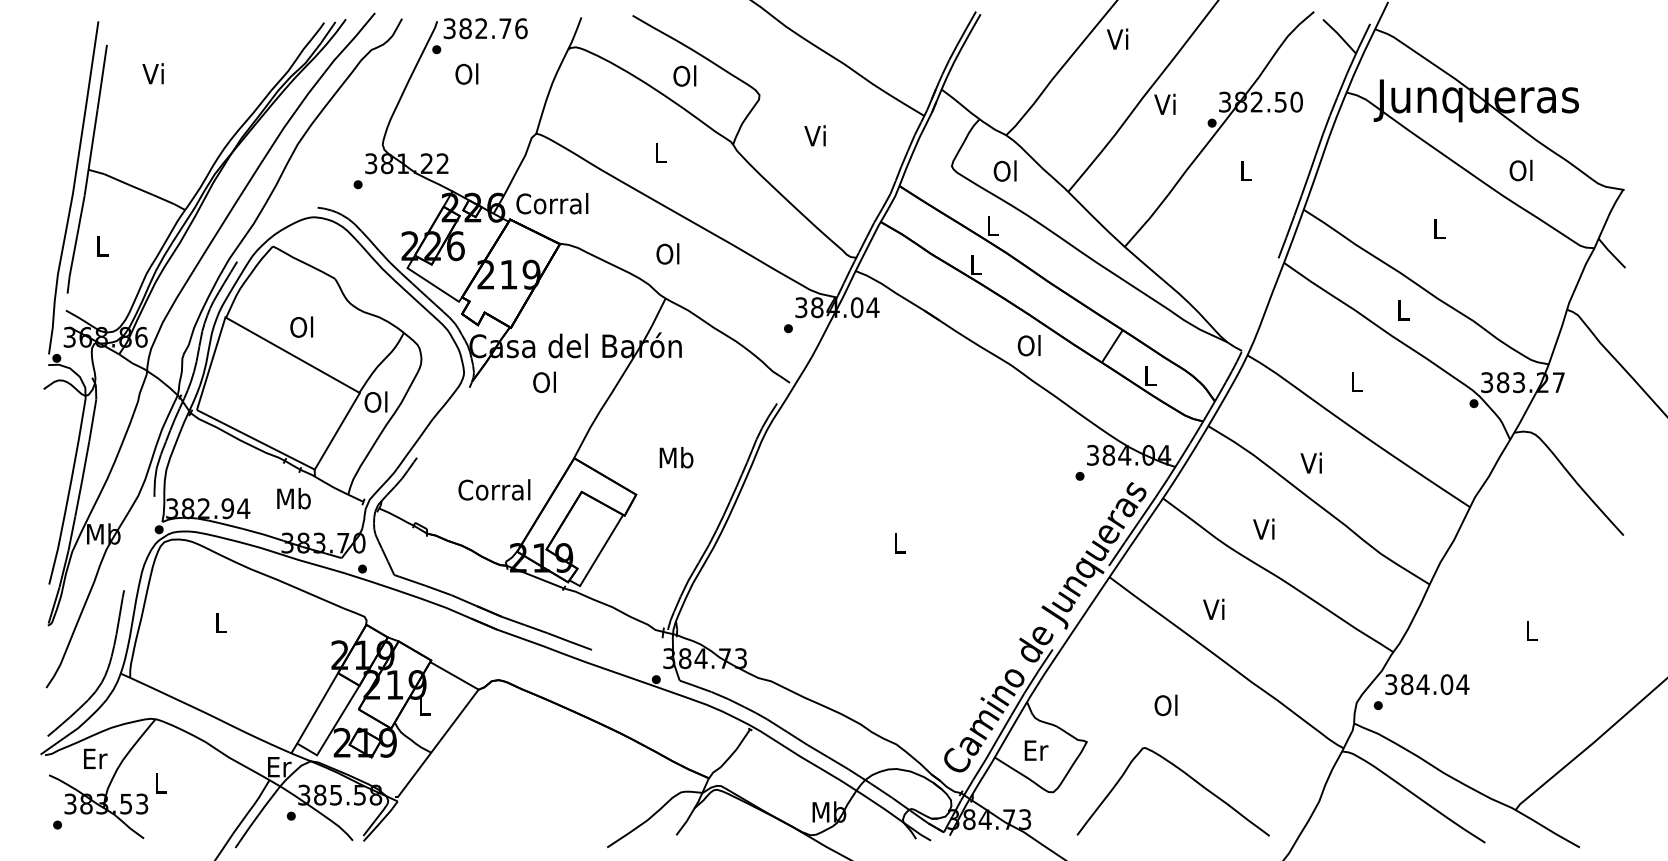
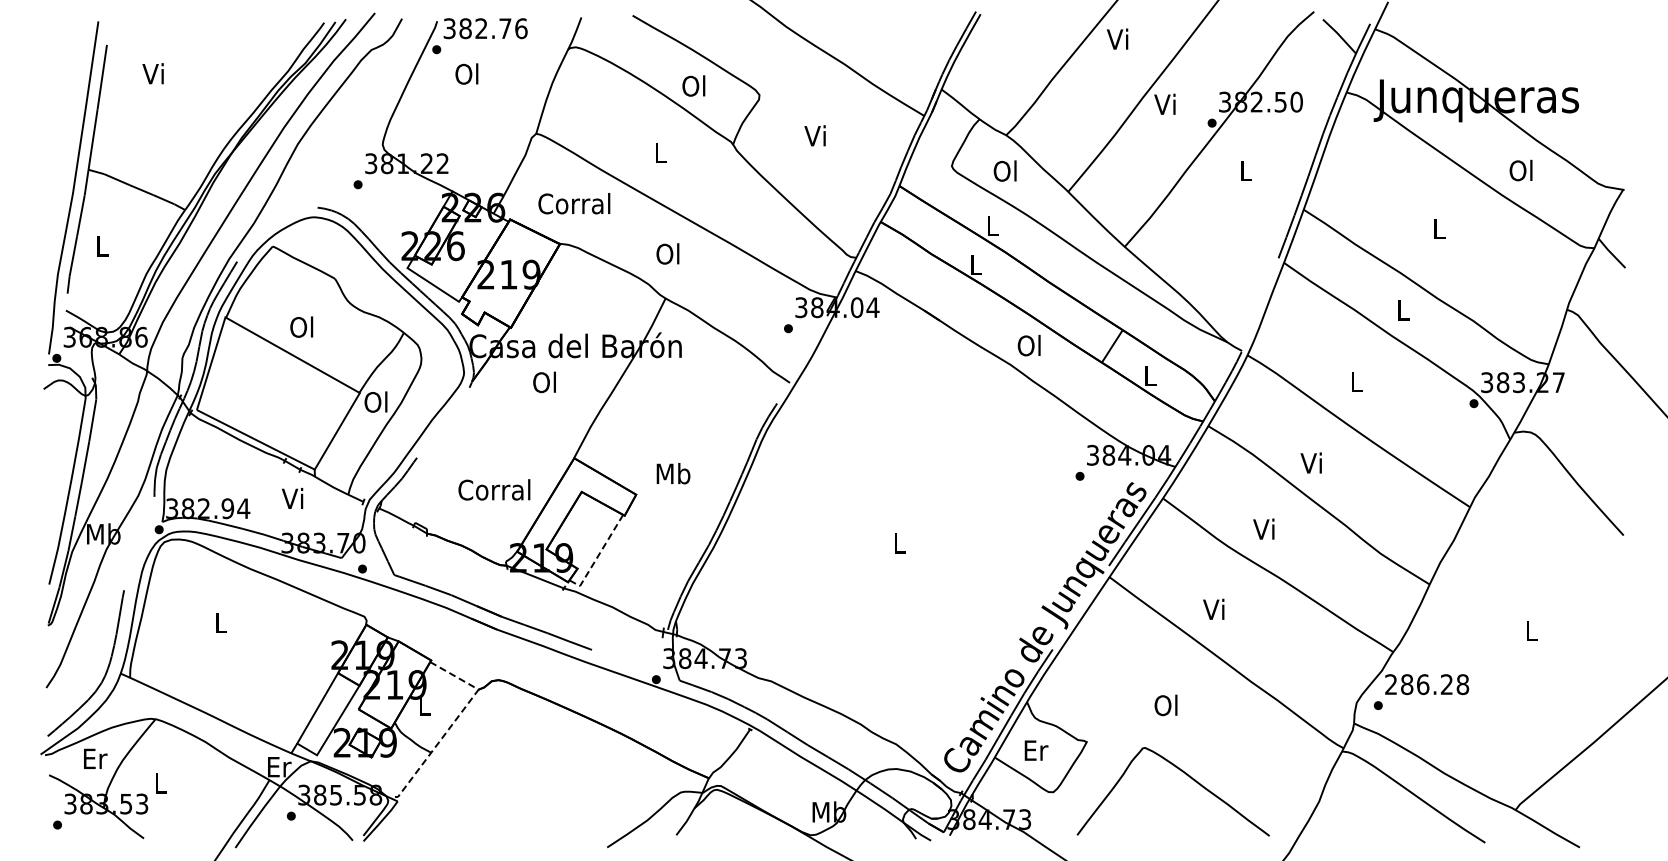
text at (684, 75) position: (684, 75) -> (693, 85)
text at (552, 203) position: (552, 203) -> (574, 203)
text at (676, 457) position: (676, 457) -> (673, 473)
text at (293, 498): Mb -> Vi
line at (598, 556): solid -> dashed
text at (1427, 684): 384.04 -> 286.28
line at (454, 722): solid -> dashed
